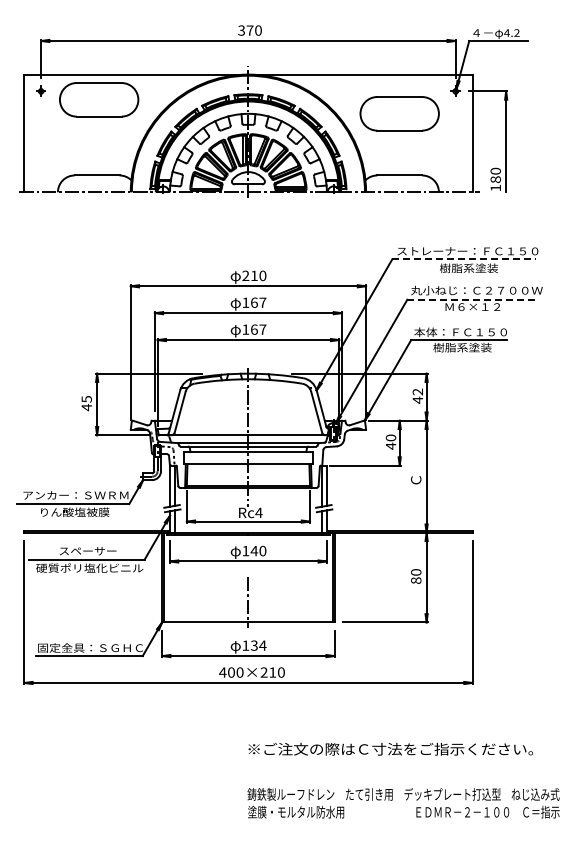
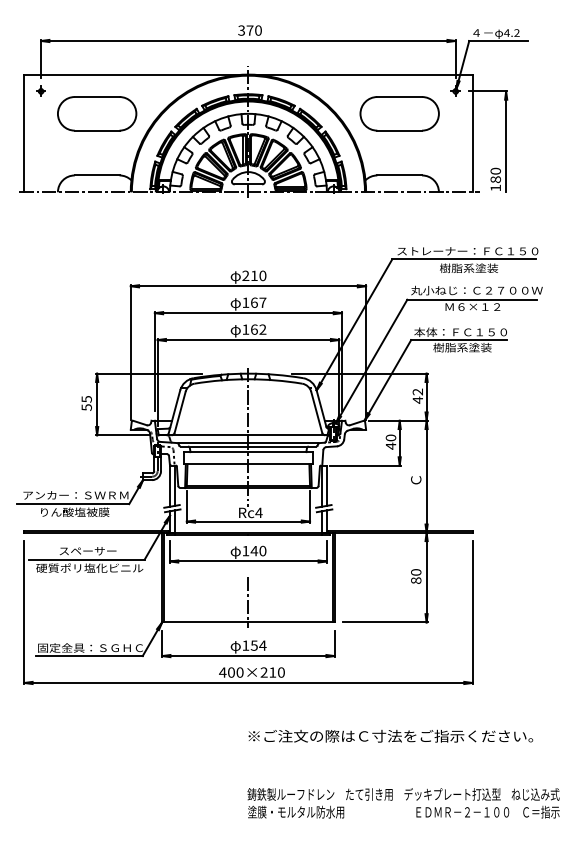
part at (99, 99) position: (99, 99) -> (97, 113)
line at (463, 259): dashed -> solid
line at (472, 299): dashed -> solid
text at (262, 329): 167 -> 162
text at (86, 407): 45 -> 55
text at (254, 645): 134 -> 154
text at (390, 748) position: (390, 748) -> (390, 735)
